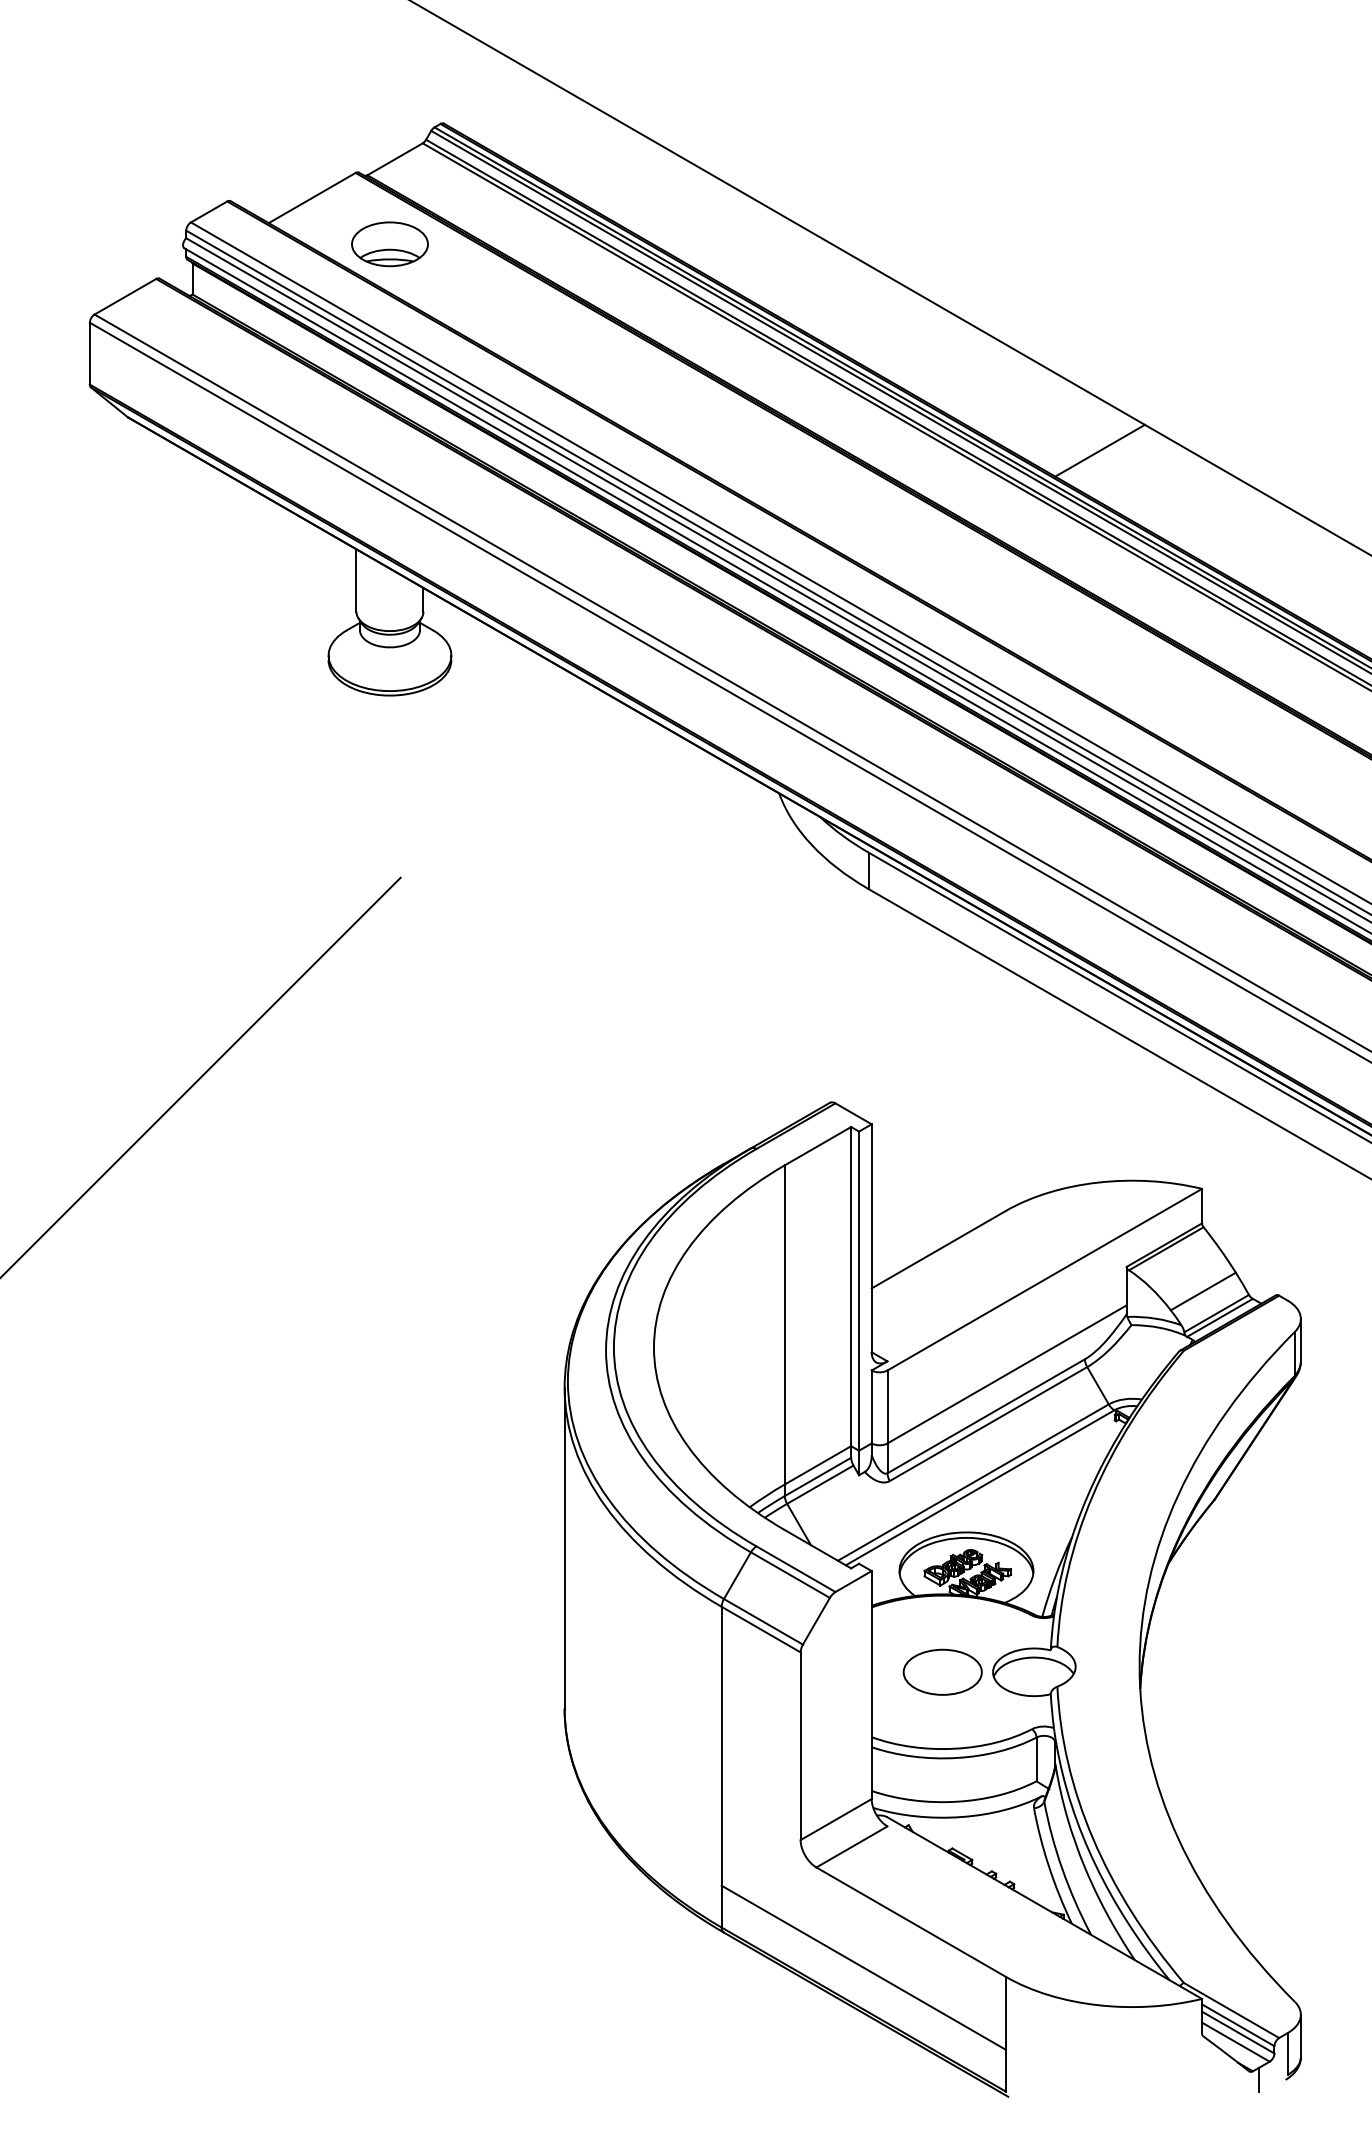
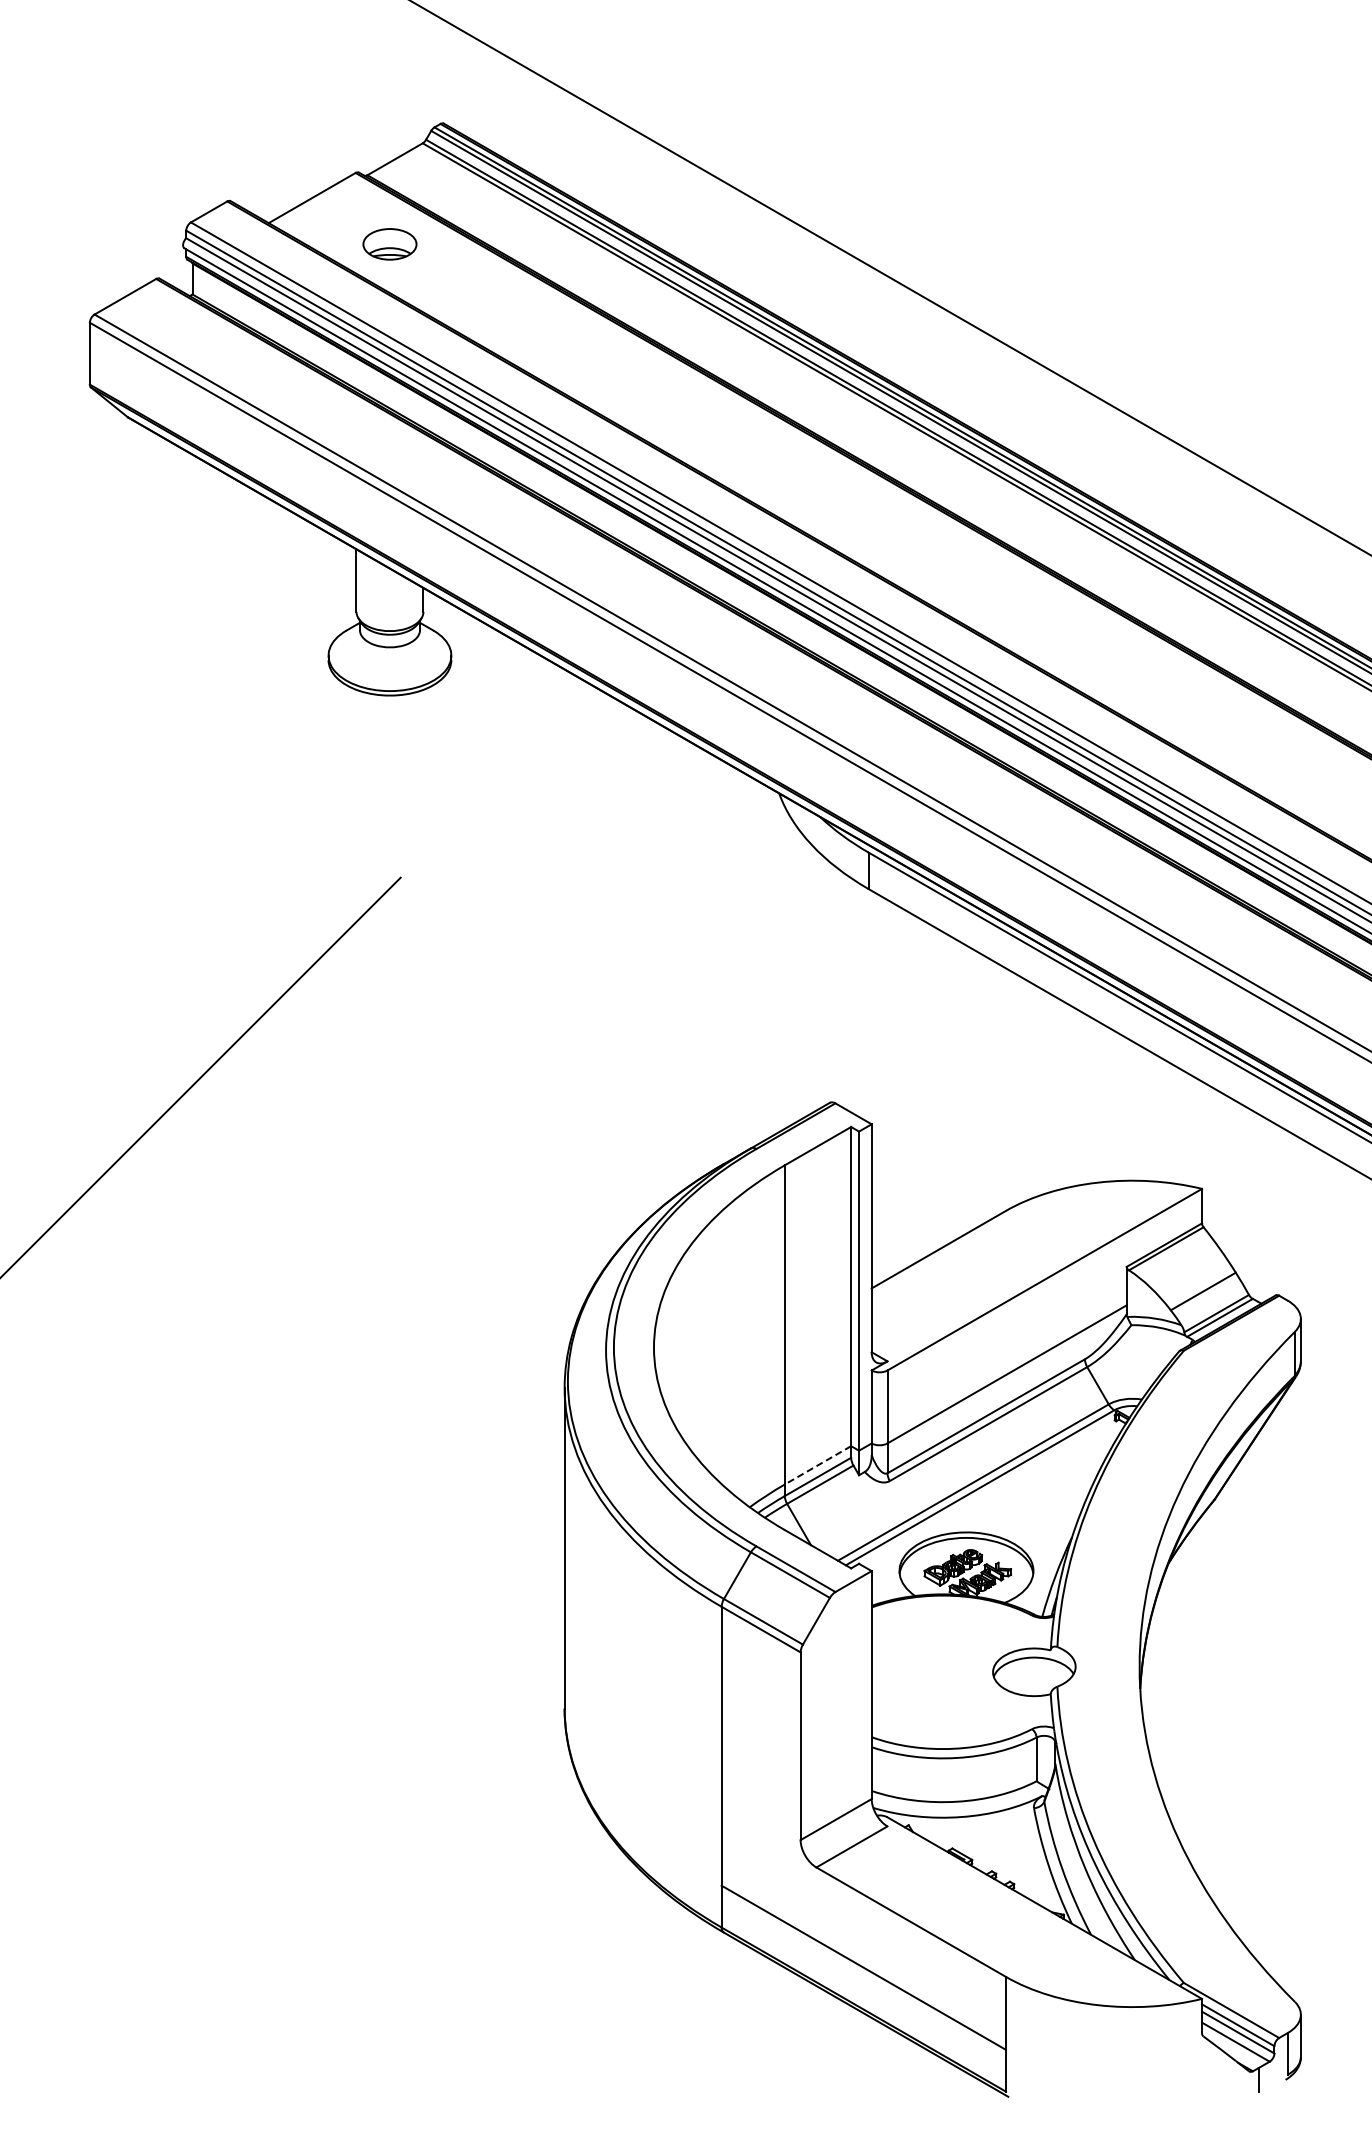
part at (389, 244) size: 78x47 px -> 56x33 px
line at (1099, 450): present -> none
line at (817, 1465): solid -> dashed
part at (942, 1671): present -> none
